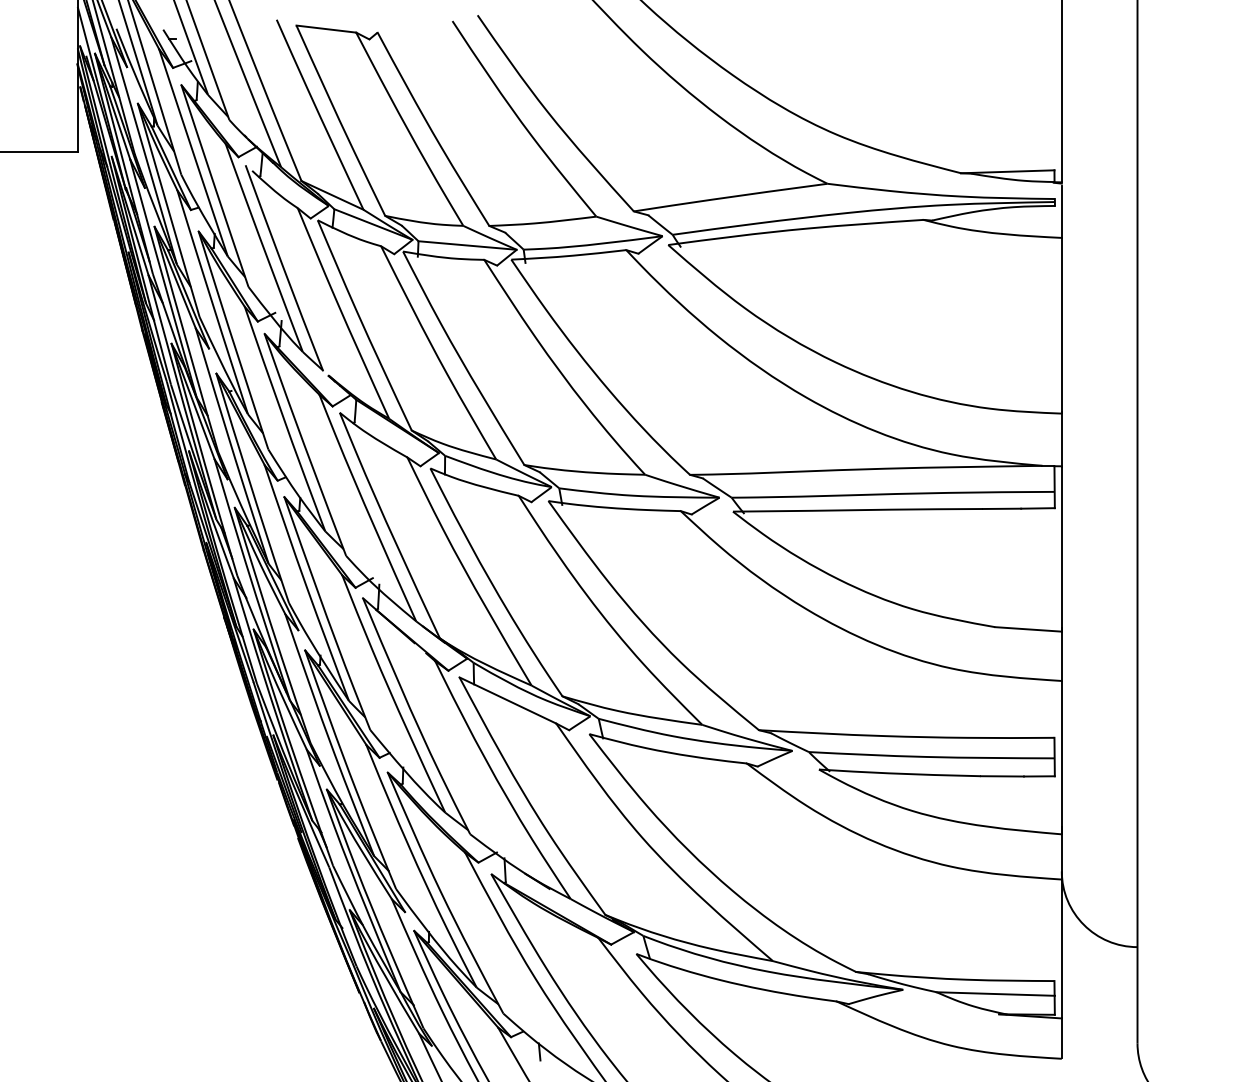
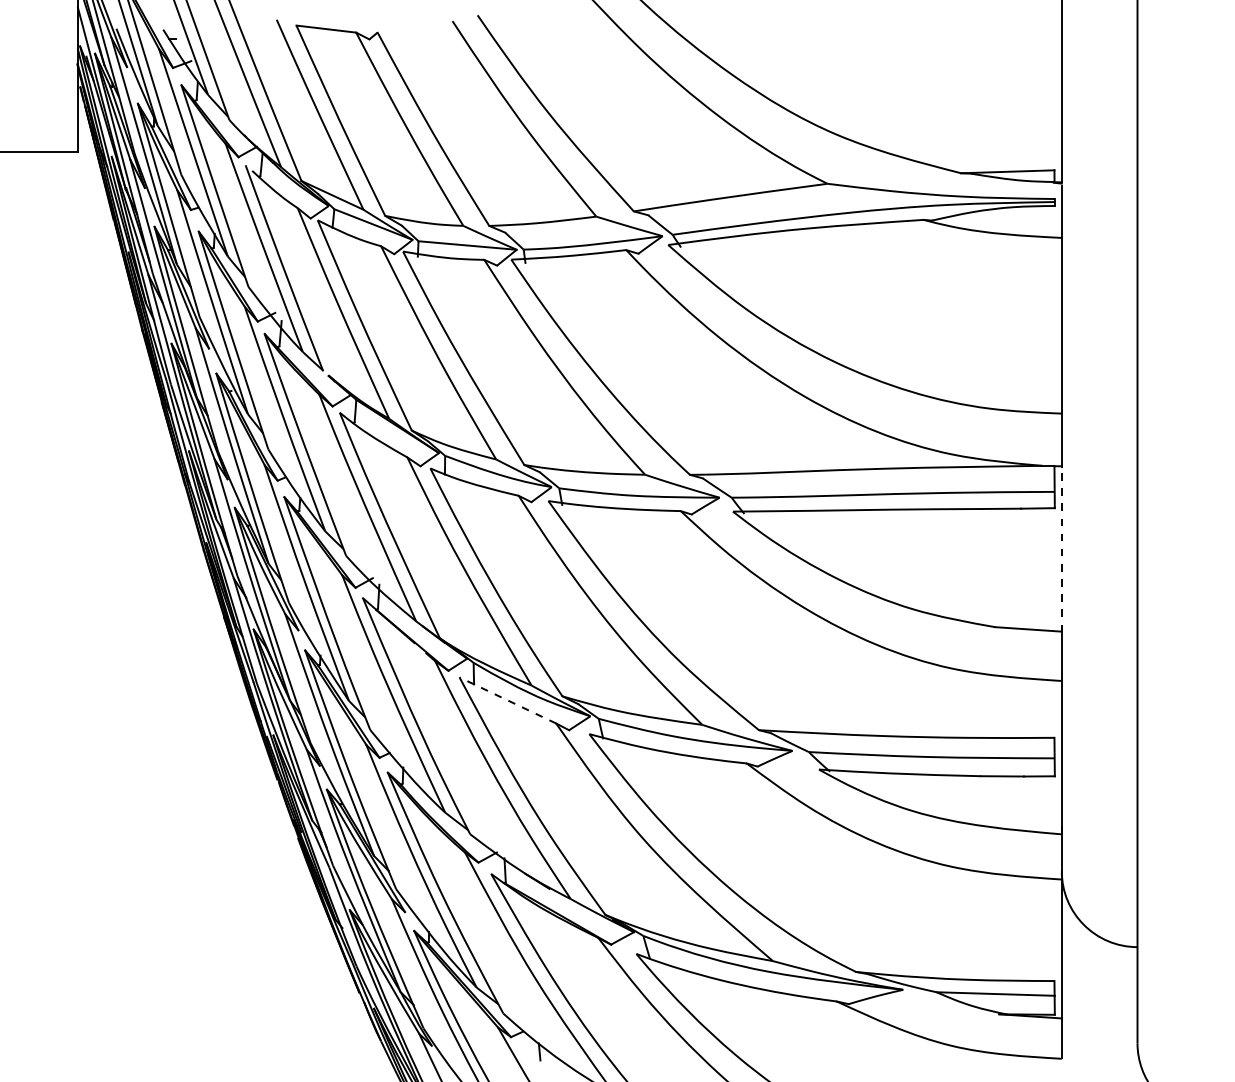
line at (1061, 549): solid -> dashed
line at (507, 700): solid -> dashed
